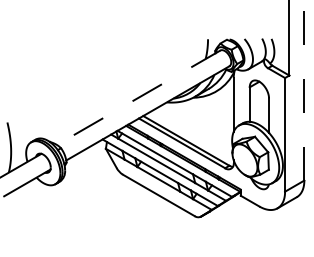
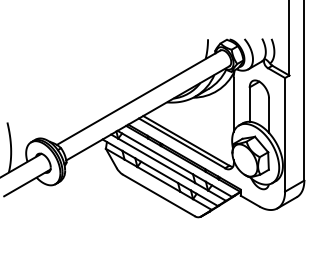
line at (304, 90): dashed -> solid
line at (138, 97): dashed -> solid
